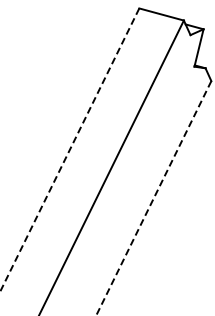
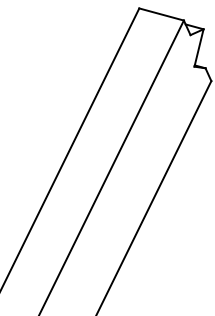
line at (69, 150): dashed -> solid
line at (153, 198): dashed -> solid
